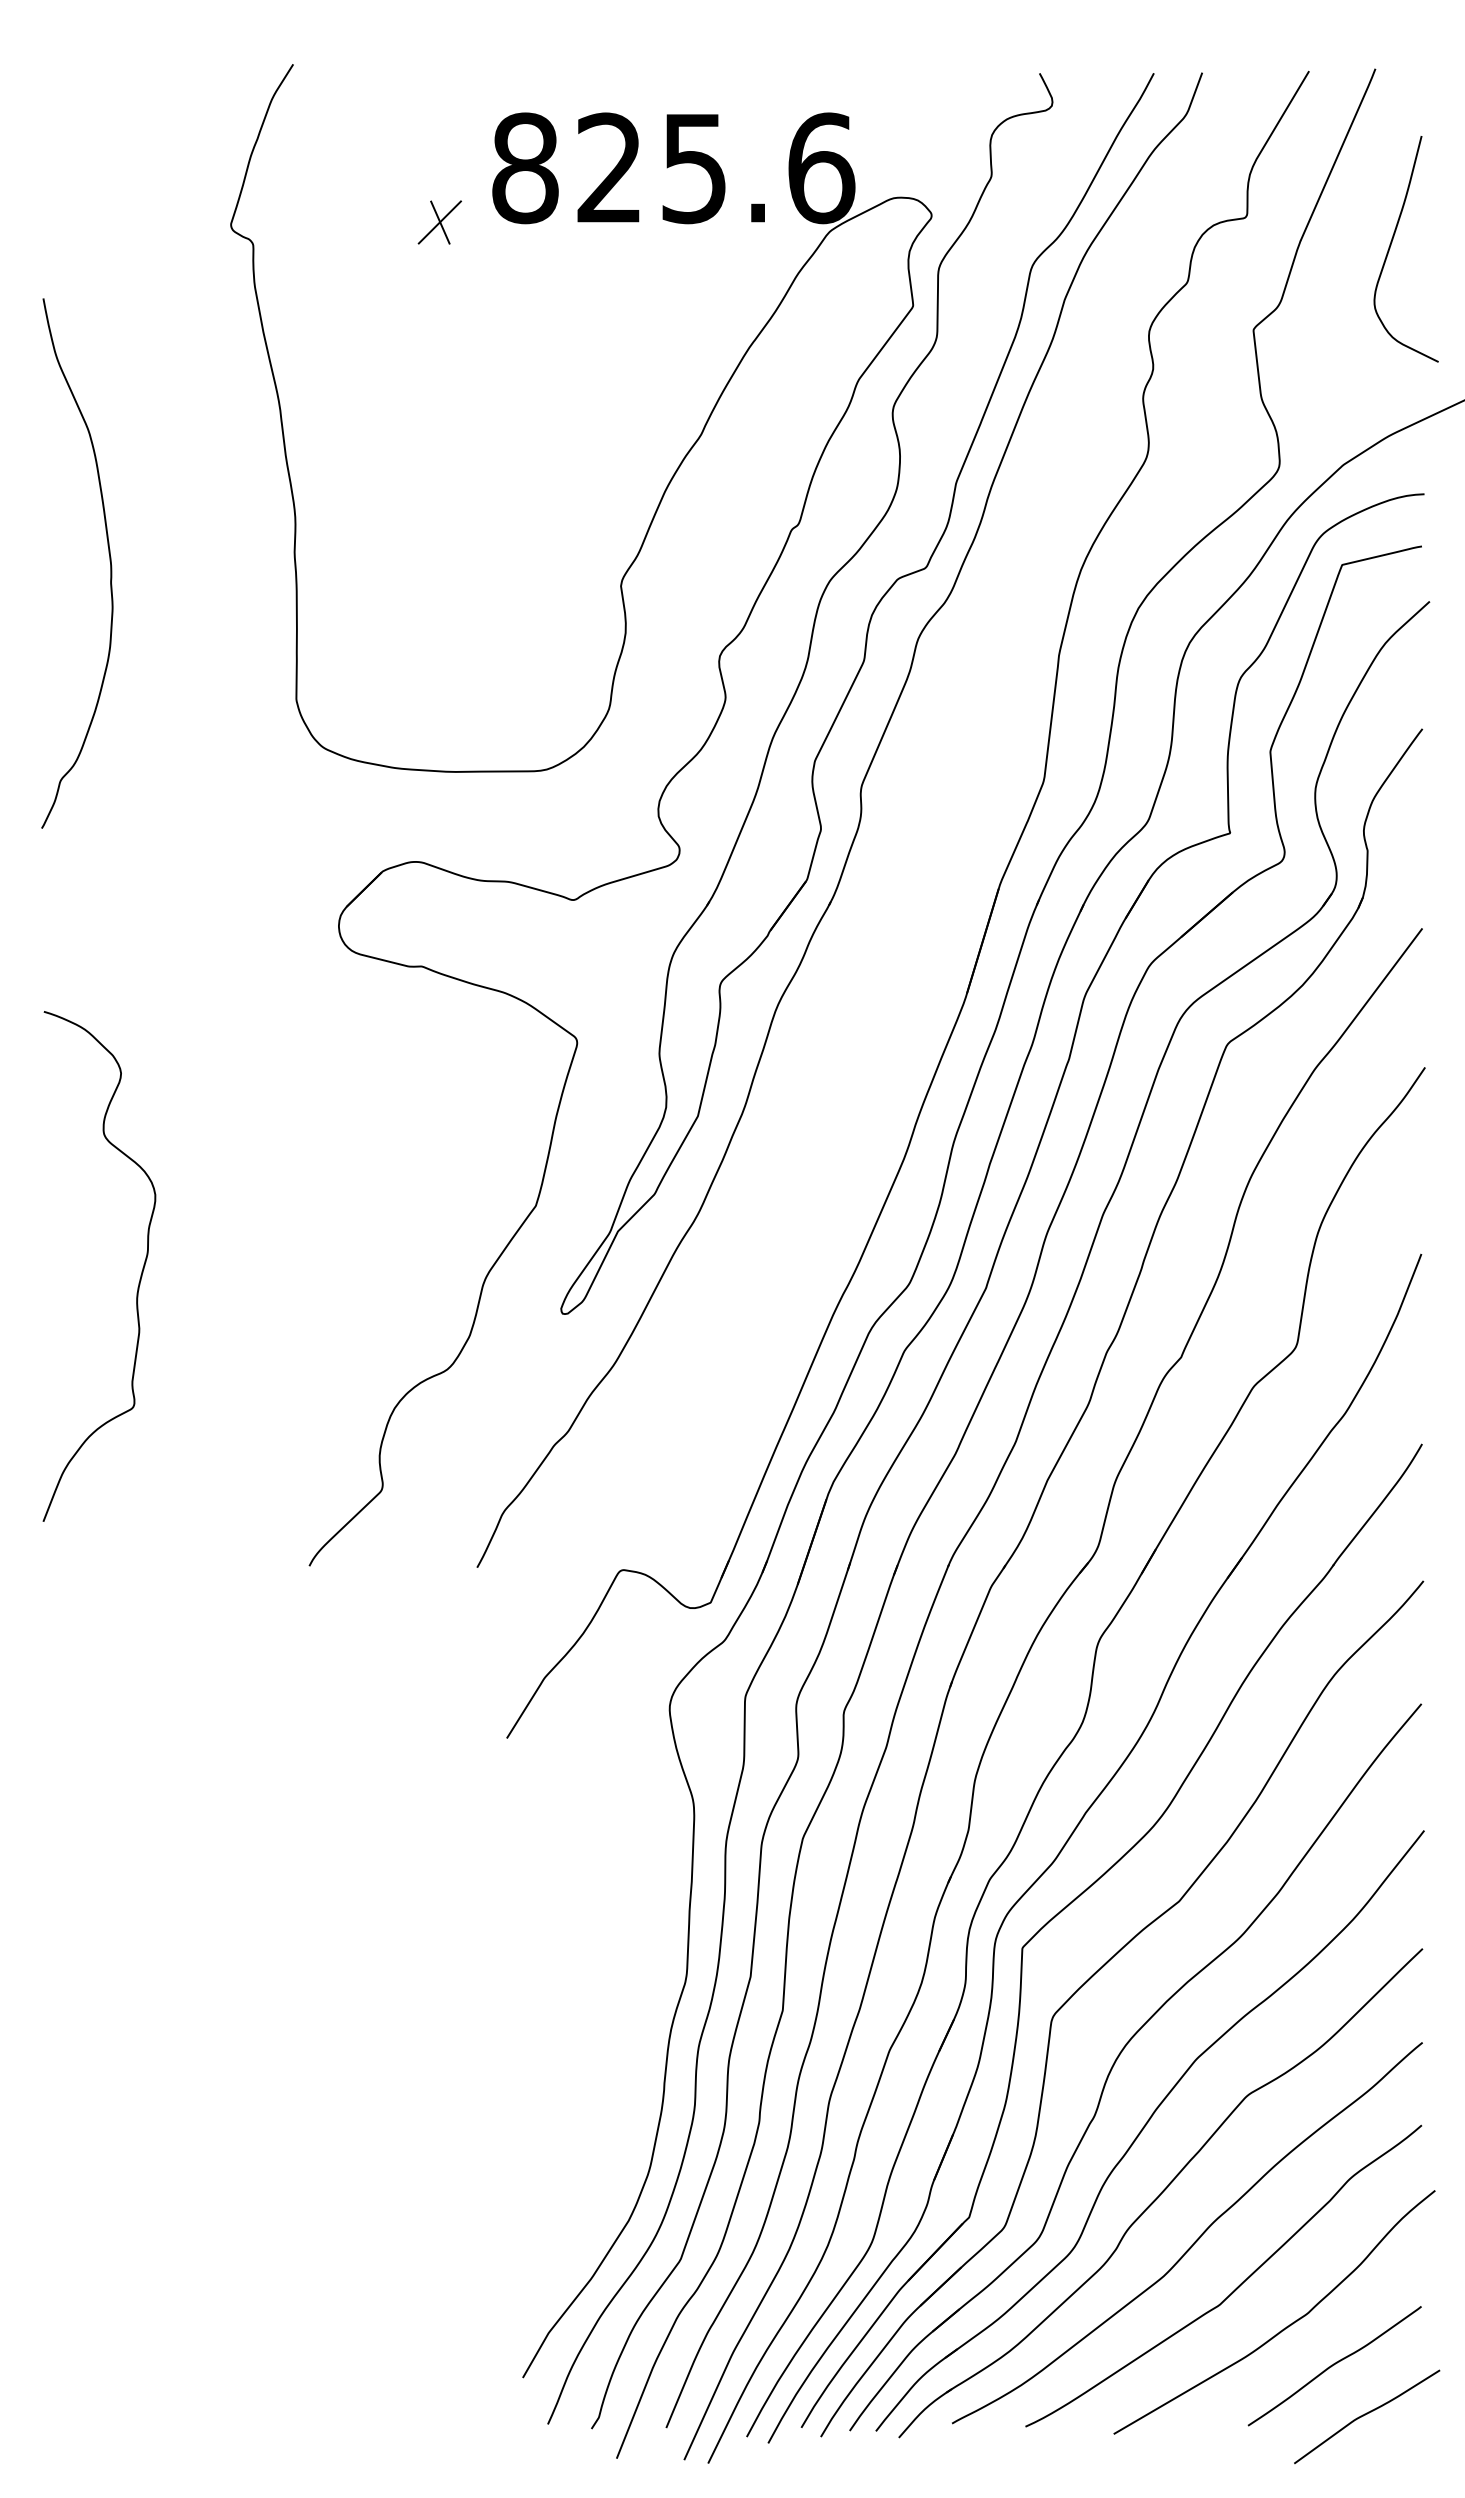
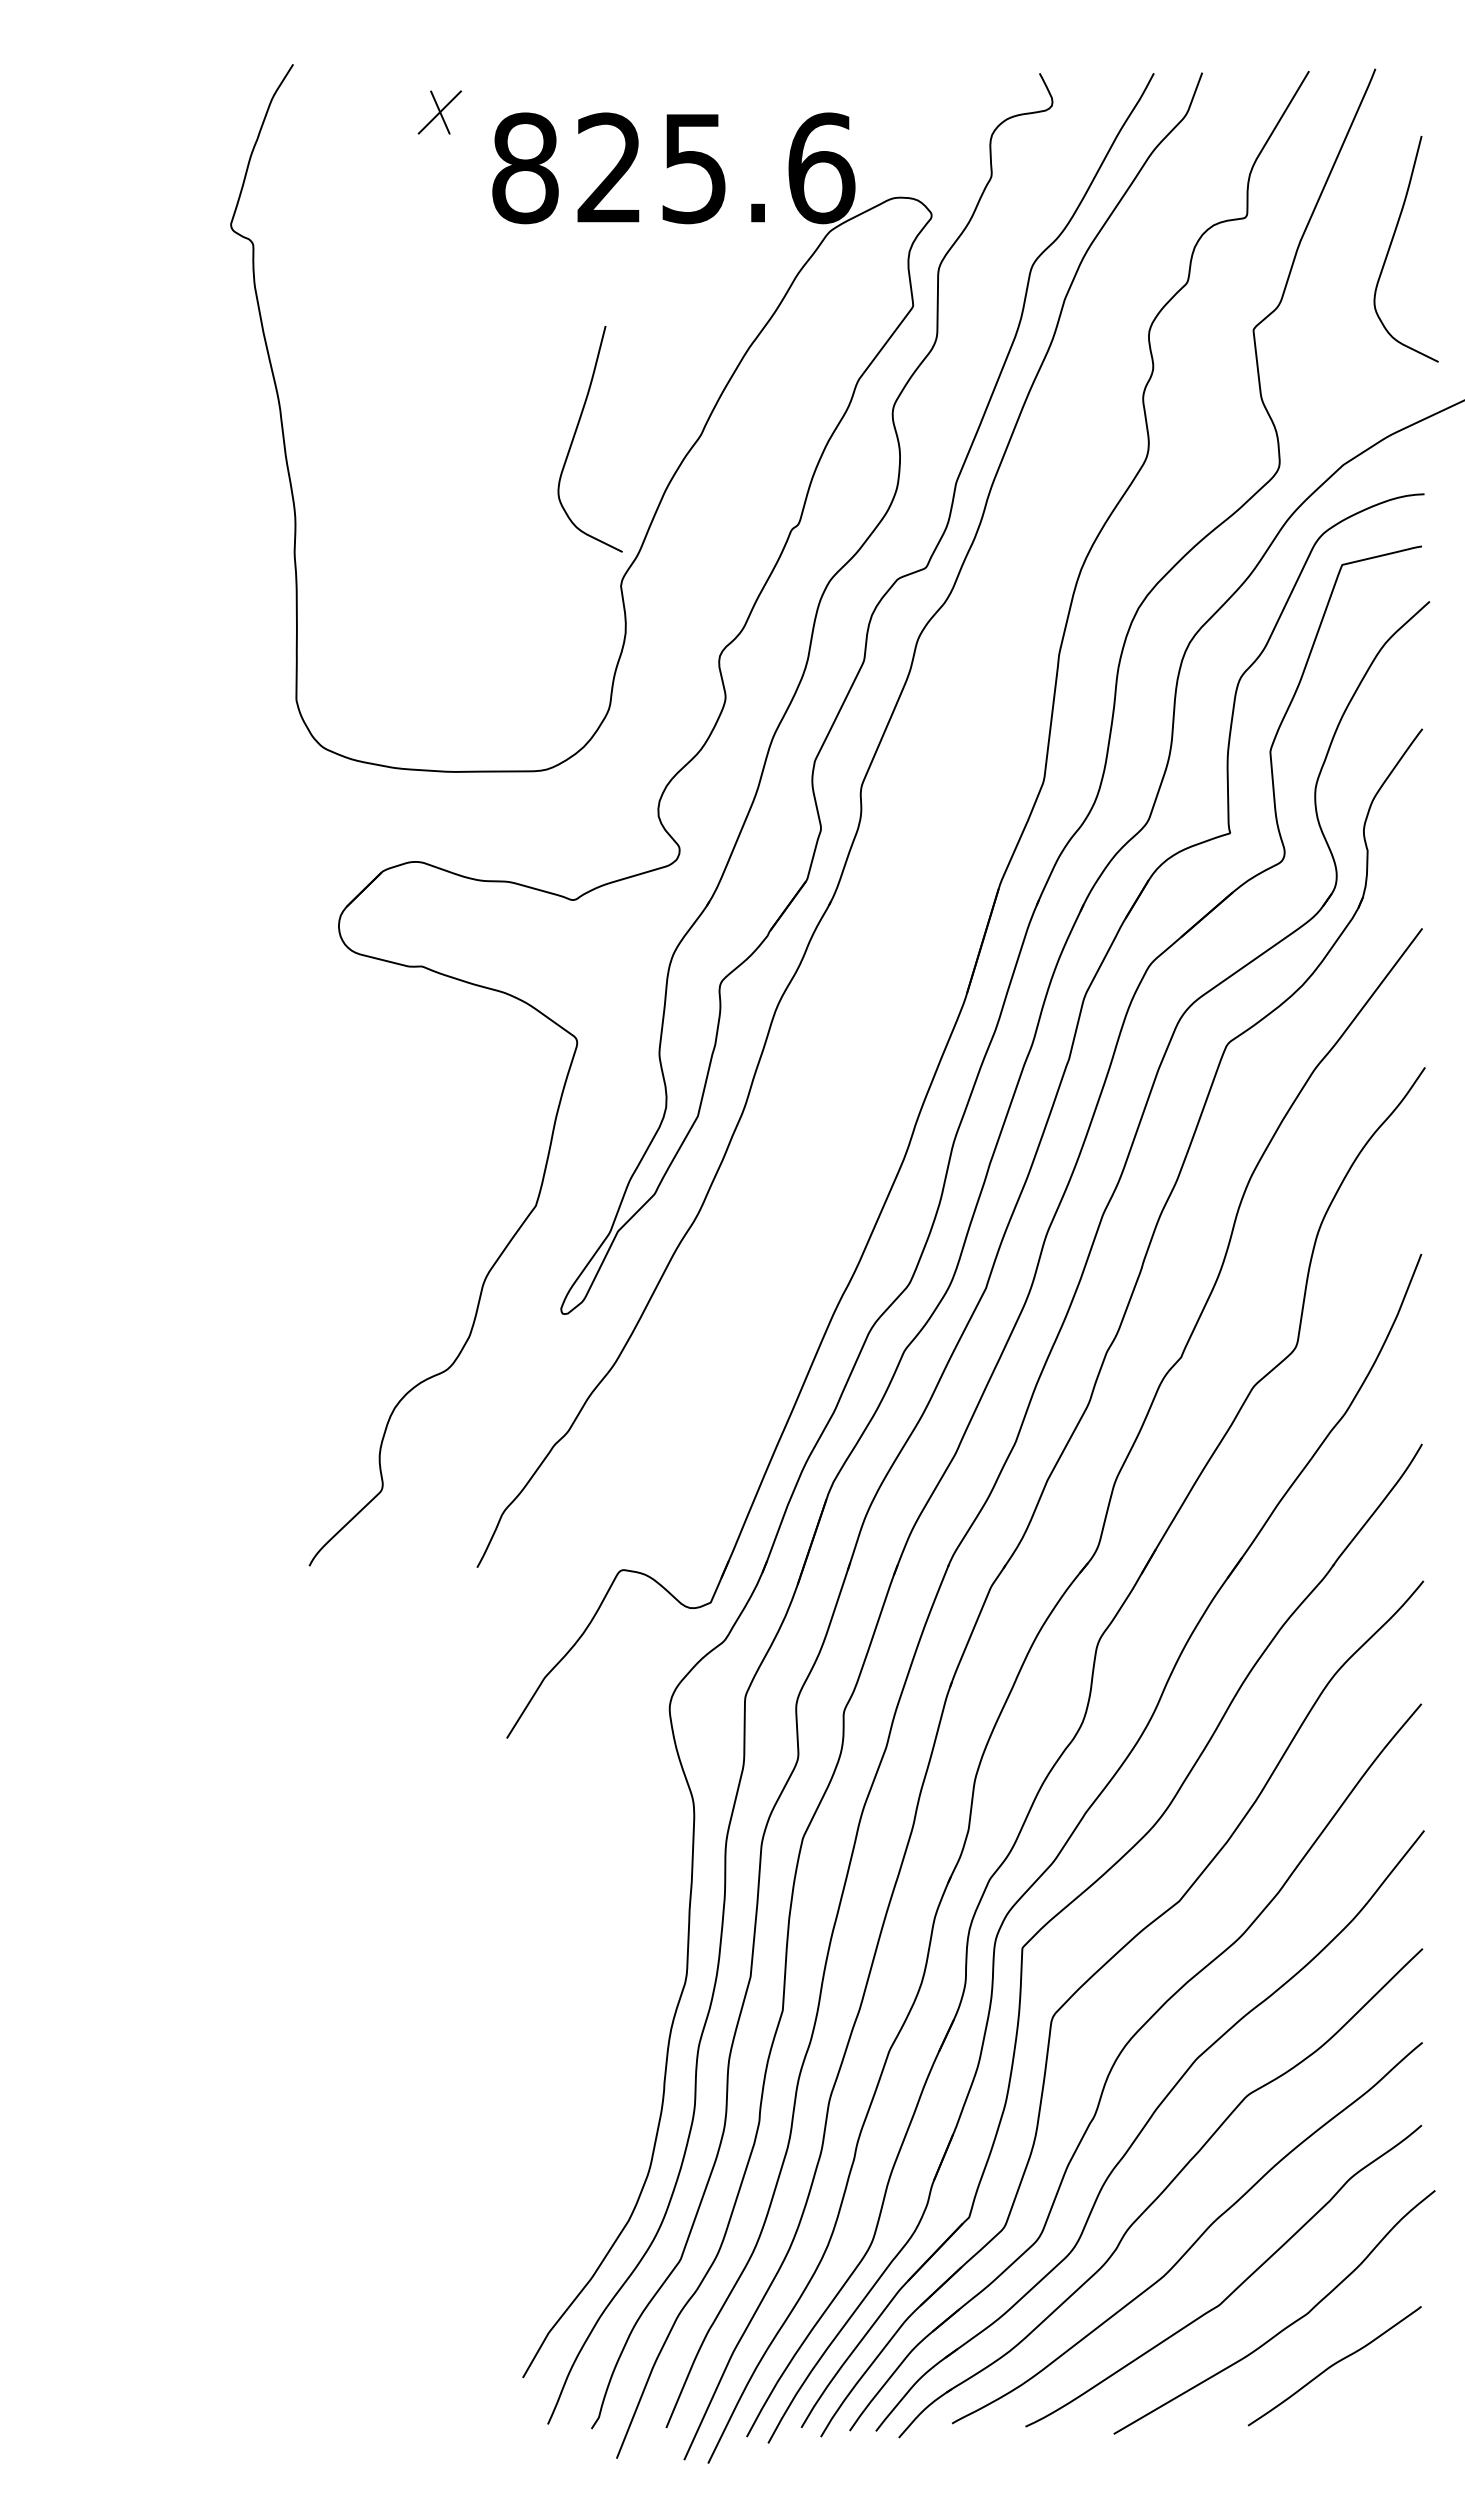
part at (439, 222) position: (439, 222) -> (439, 112)
curve at (575, 435): none -> present
curve at (109, 561): present -> none
curve at (140, 1275): present -> none
curve at (1367, 2414): present -> none
